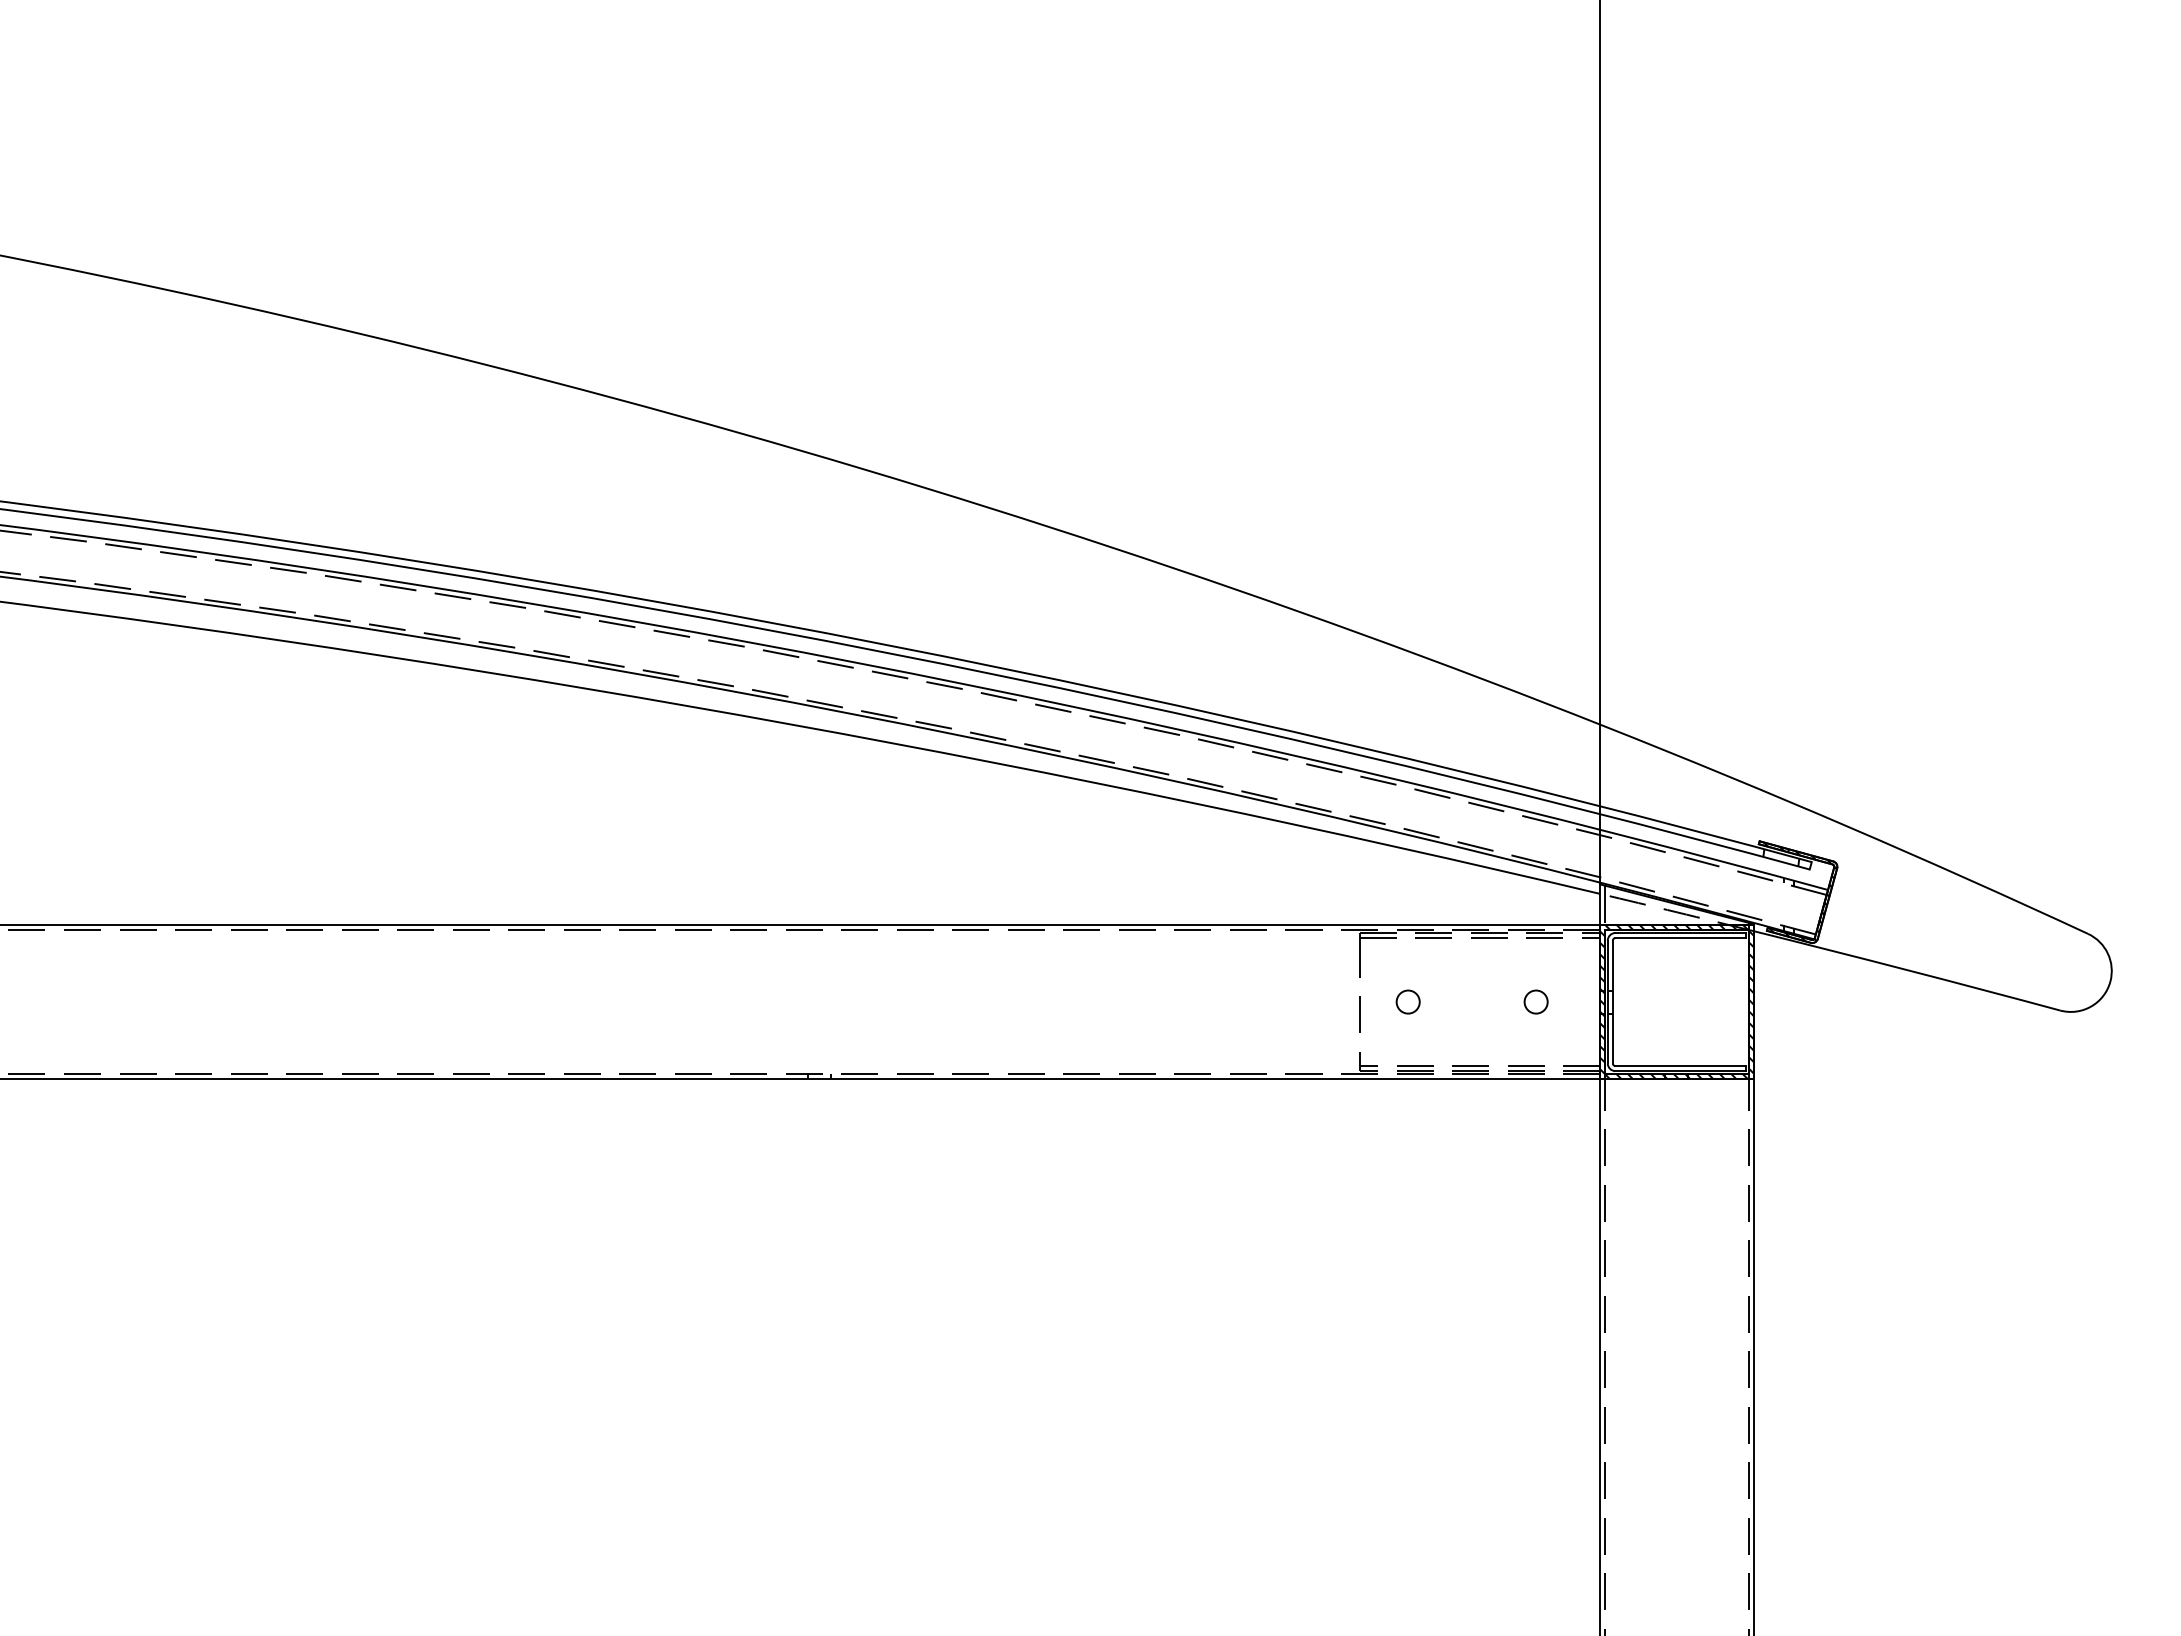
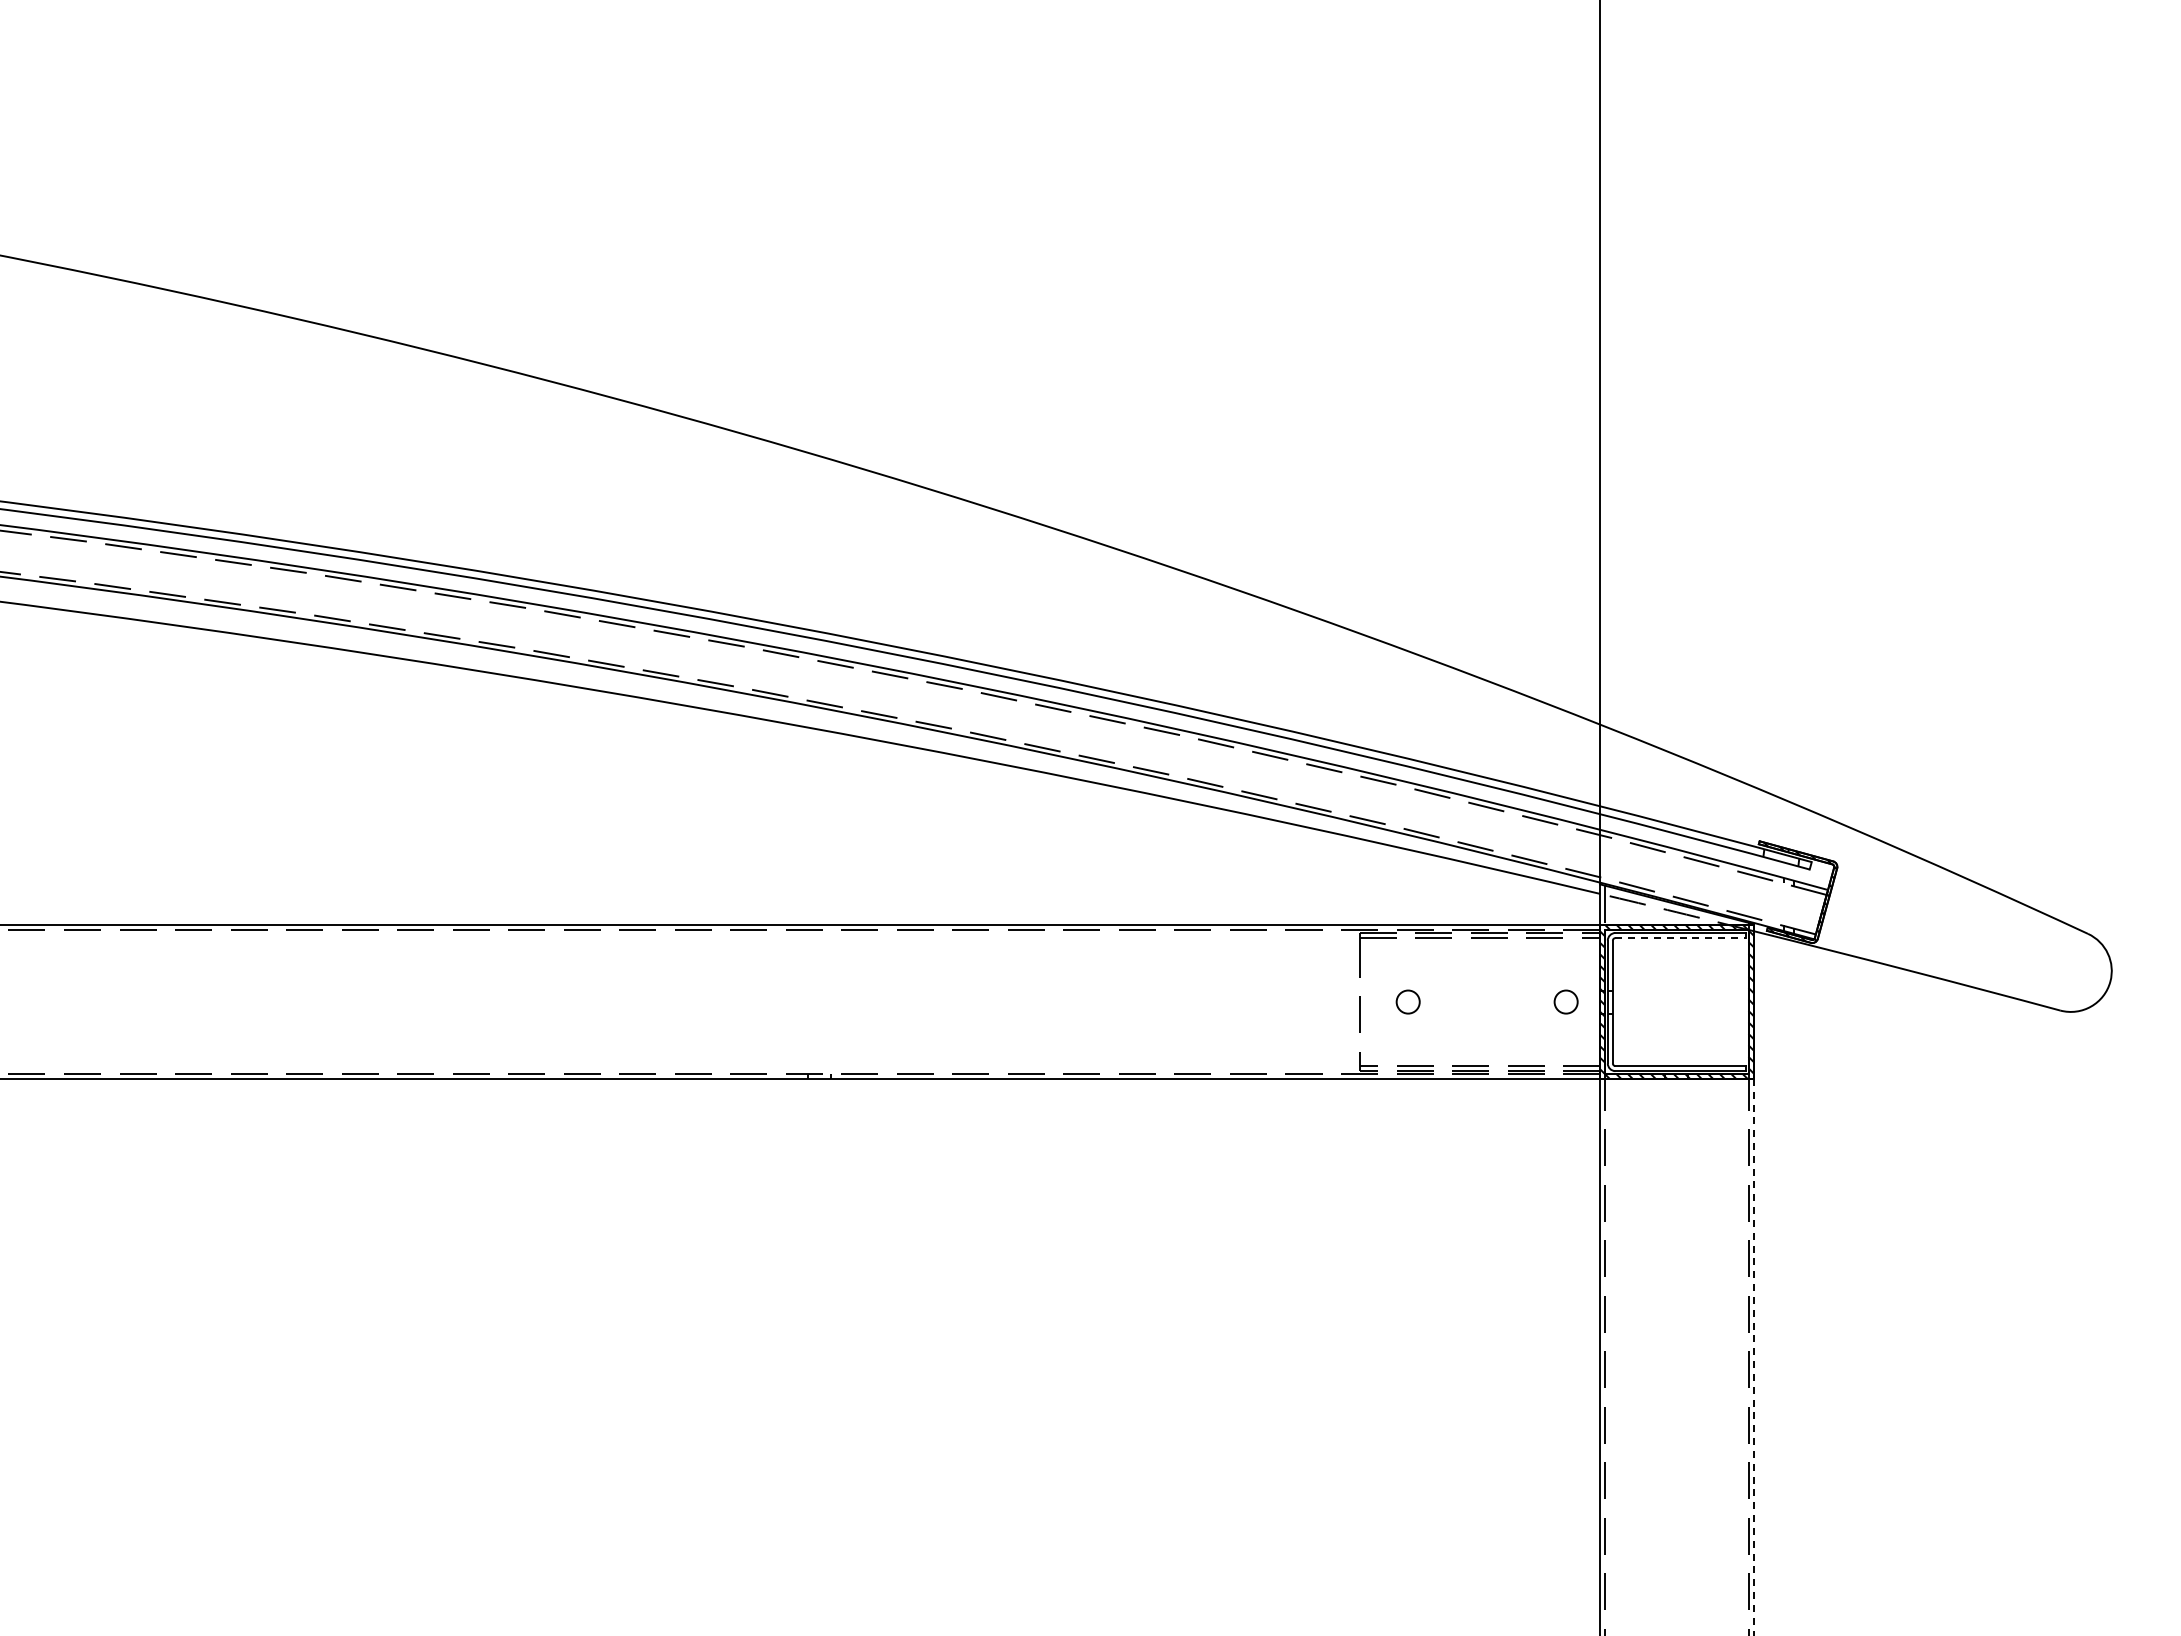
line at (1681, 938): solid -> dashed
circle at (1535, 1001) position: (1535, 1001) -> (1565, 1001)
line at (1753, 1357): solid -> dashed
